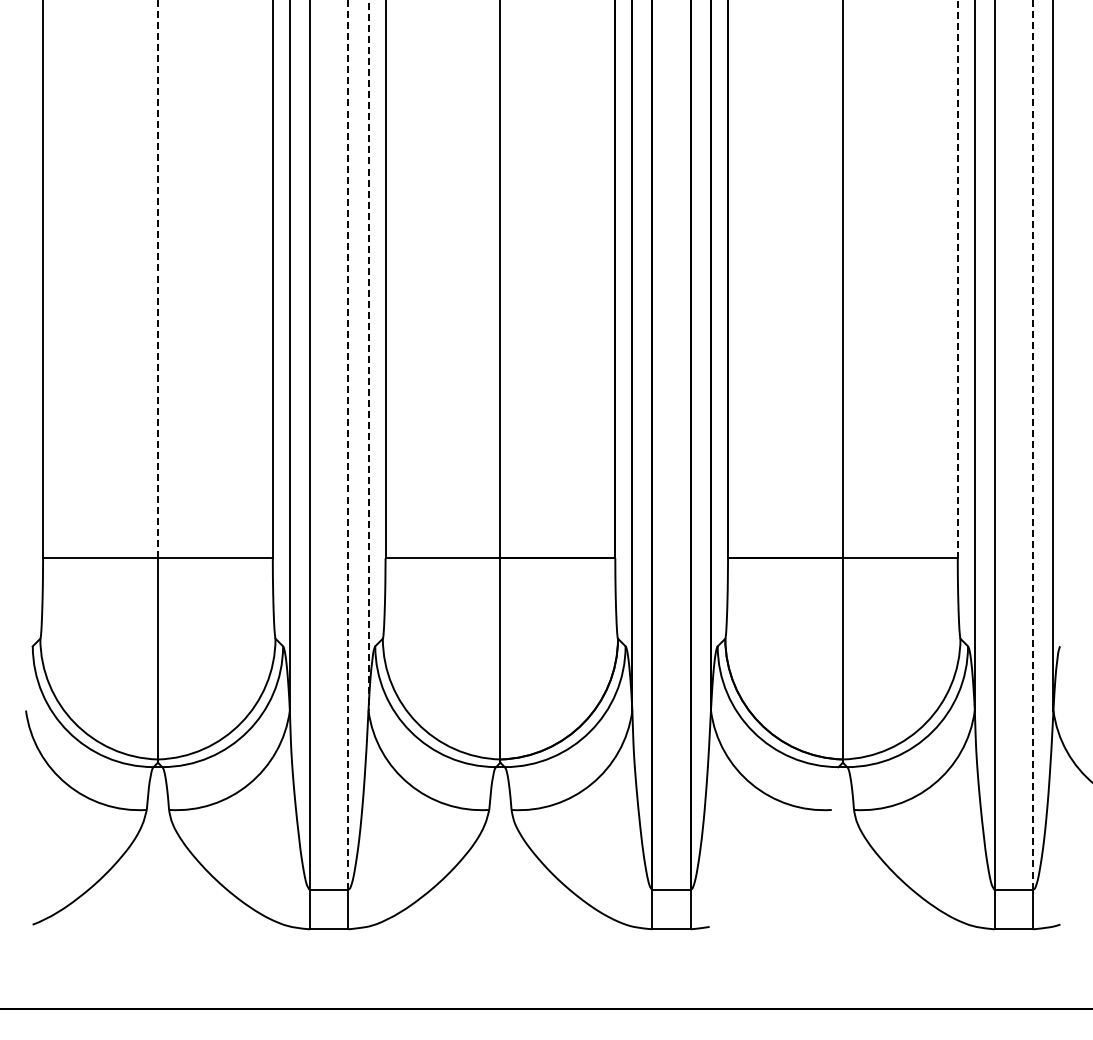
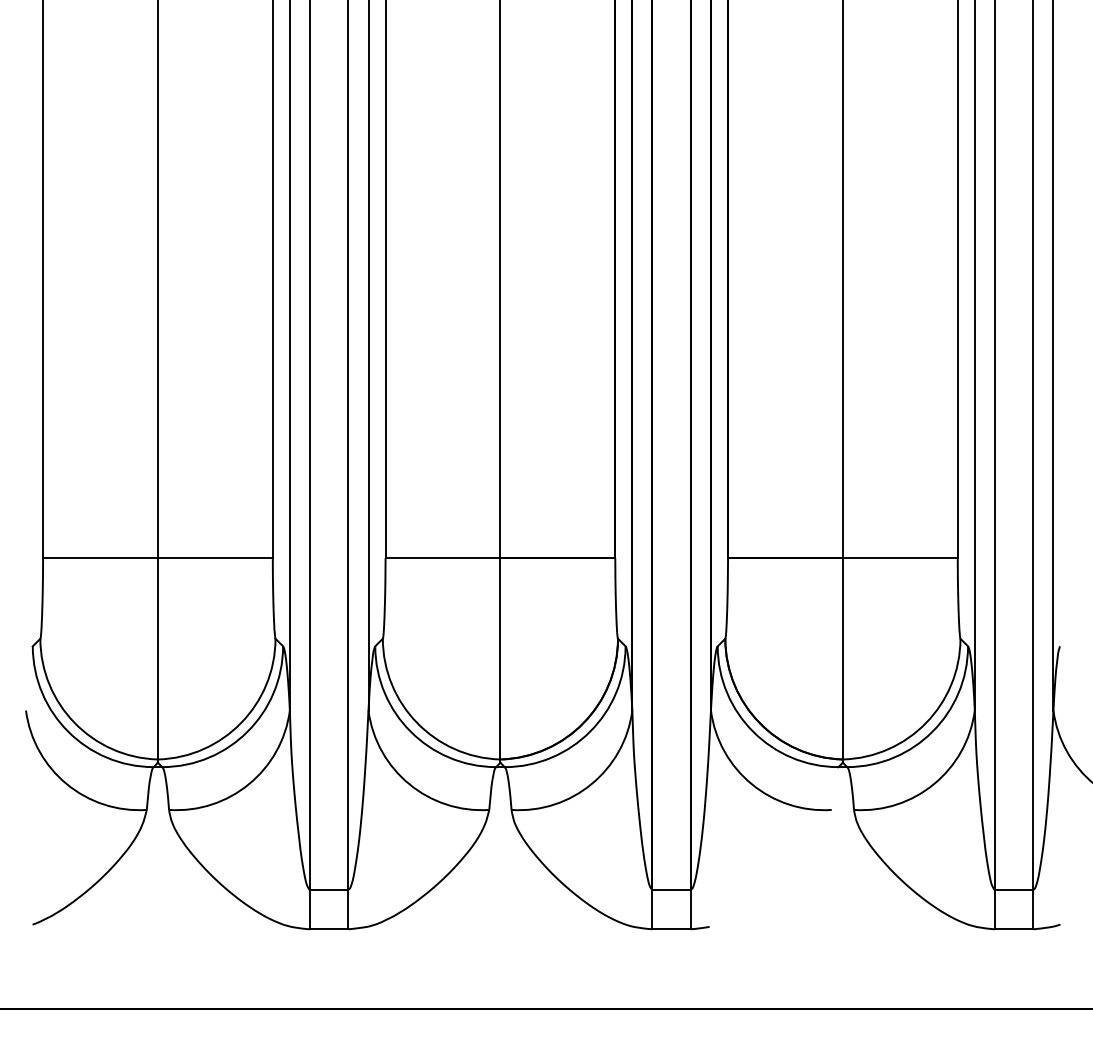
line at (157, 279): dashed -> solid
line at (957, 279): dashed -> solid
line at (368, 356): dashed -> solid
line at (348, 445): dashed -> solid
line at (1033, 445): dashed -> solid
